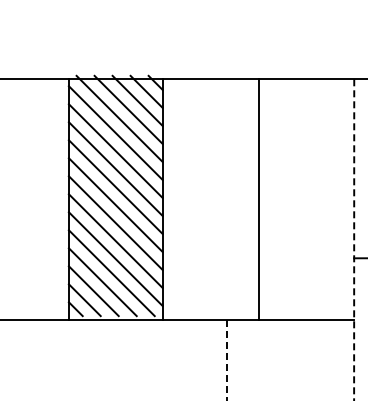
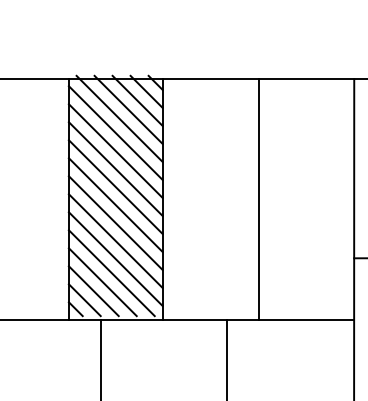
line at (354, 239): dashed -> solid
line at (100, 358): none -> present
line at (227, 360): dashed -> solid
